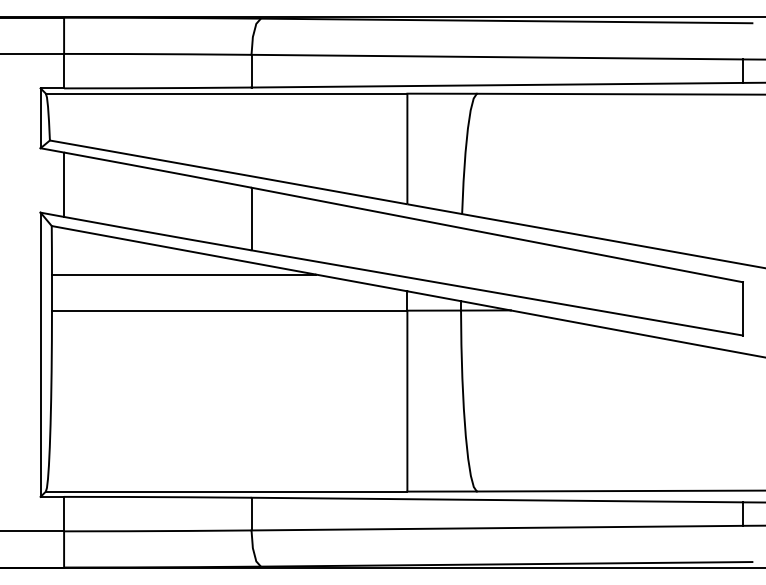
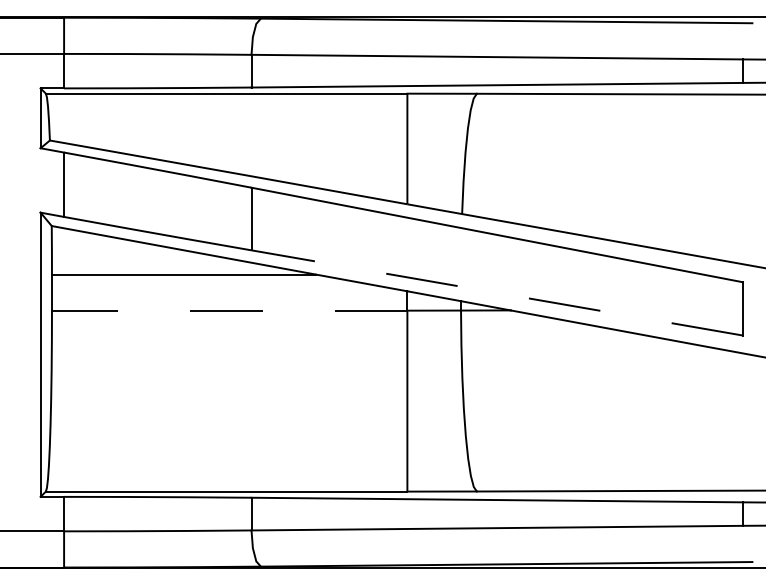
line at (496, 292): solid -> dashed
line at (229, 310): solid -> dashed
